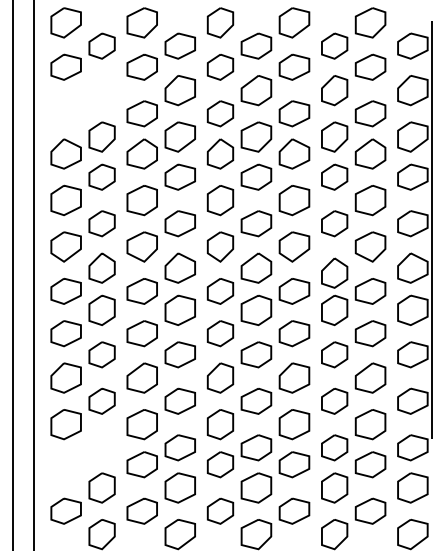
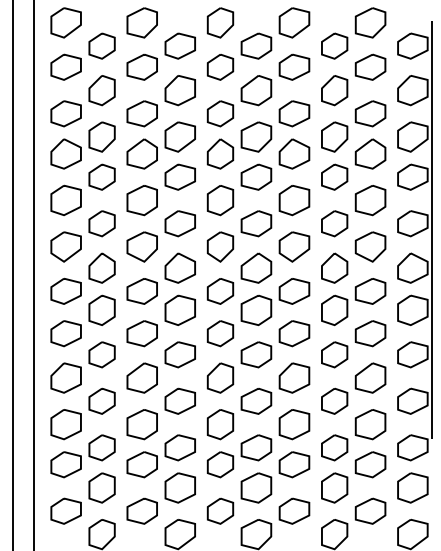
part at (82, 101): none -> present
part at (334, 272) position: (334, 272) -> (334, 267)
part at (82, 456): none -> present
